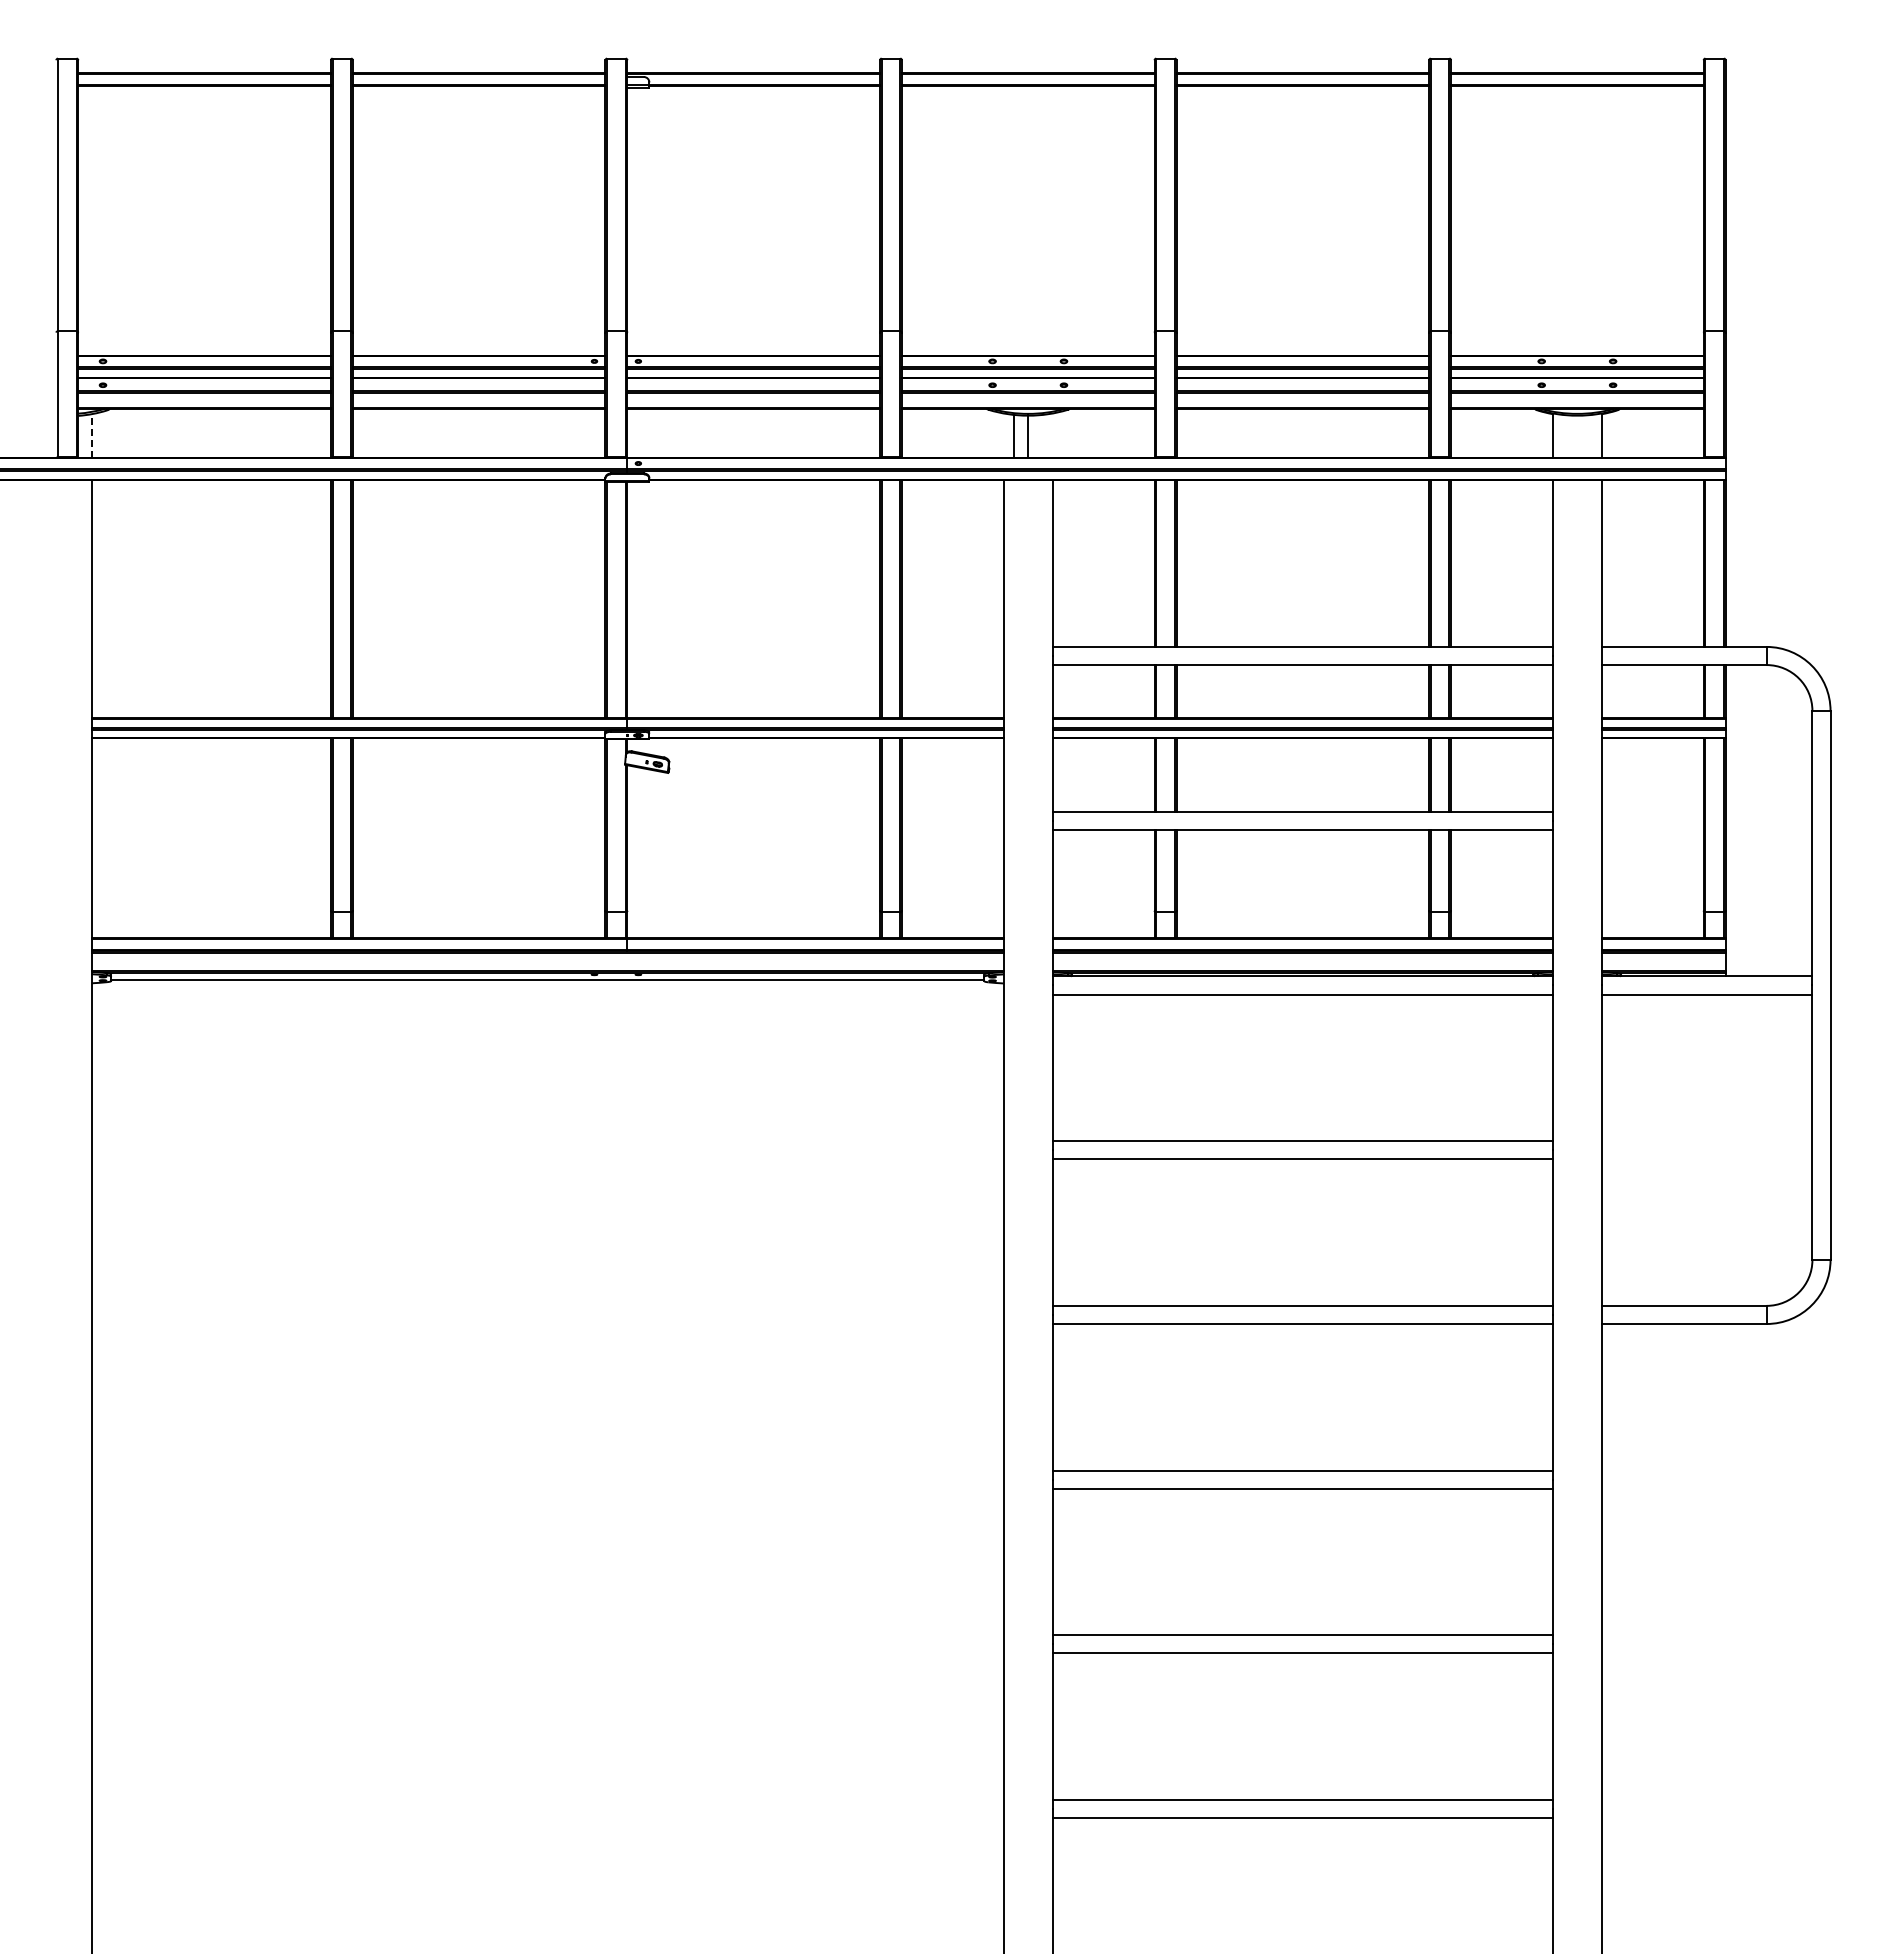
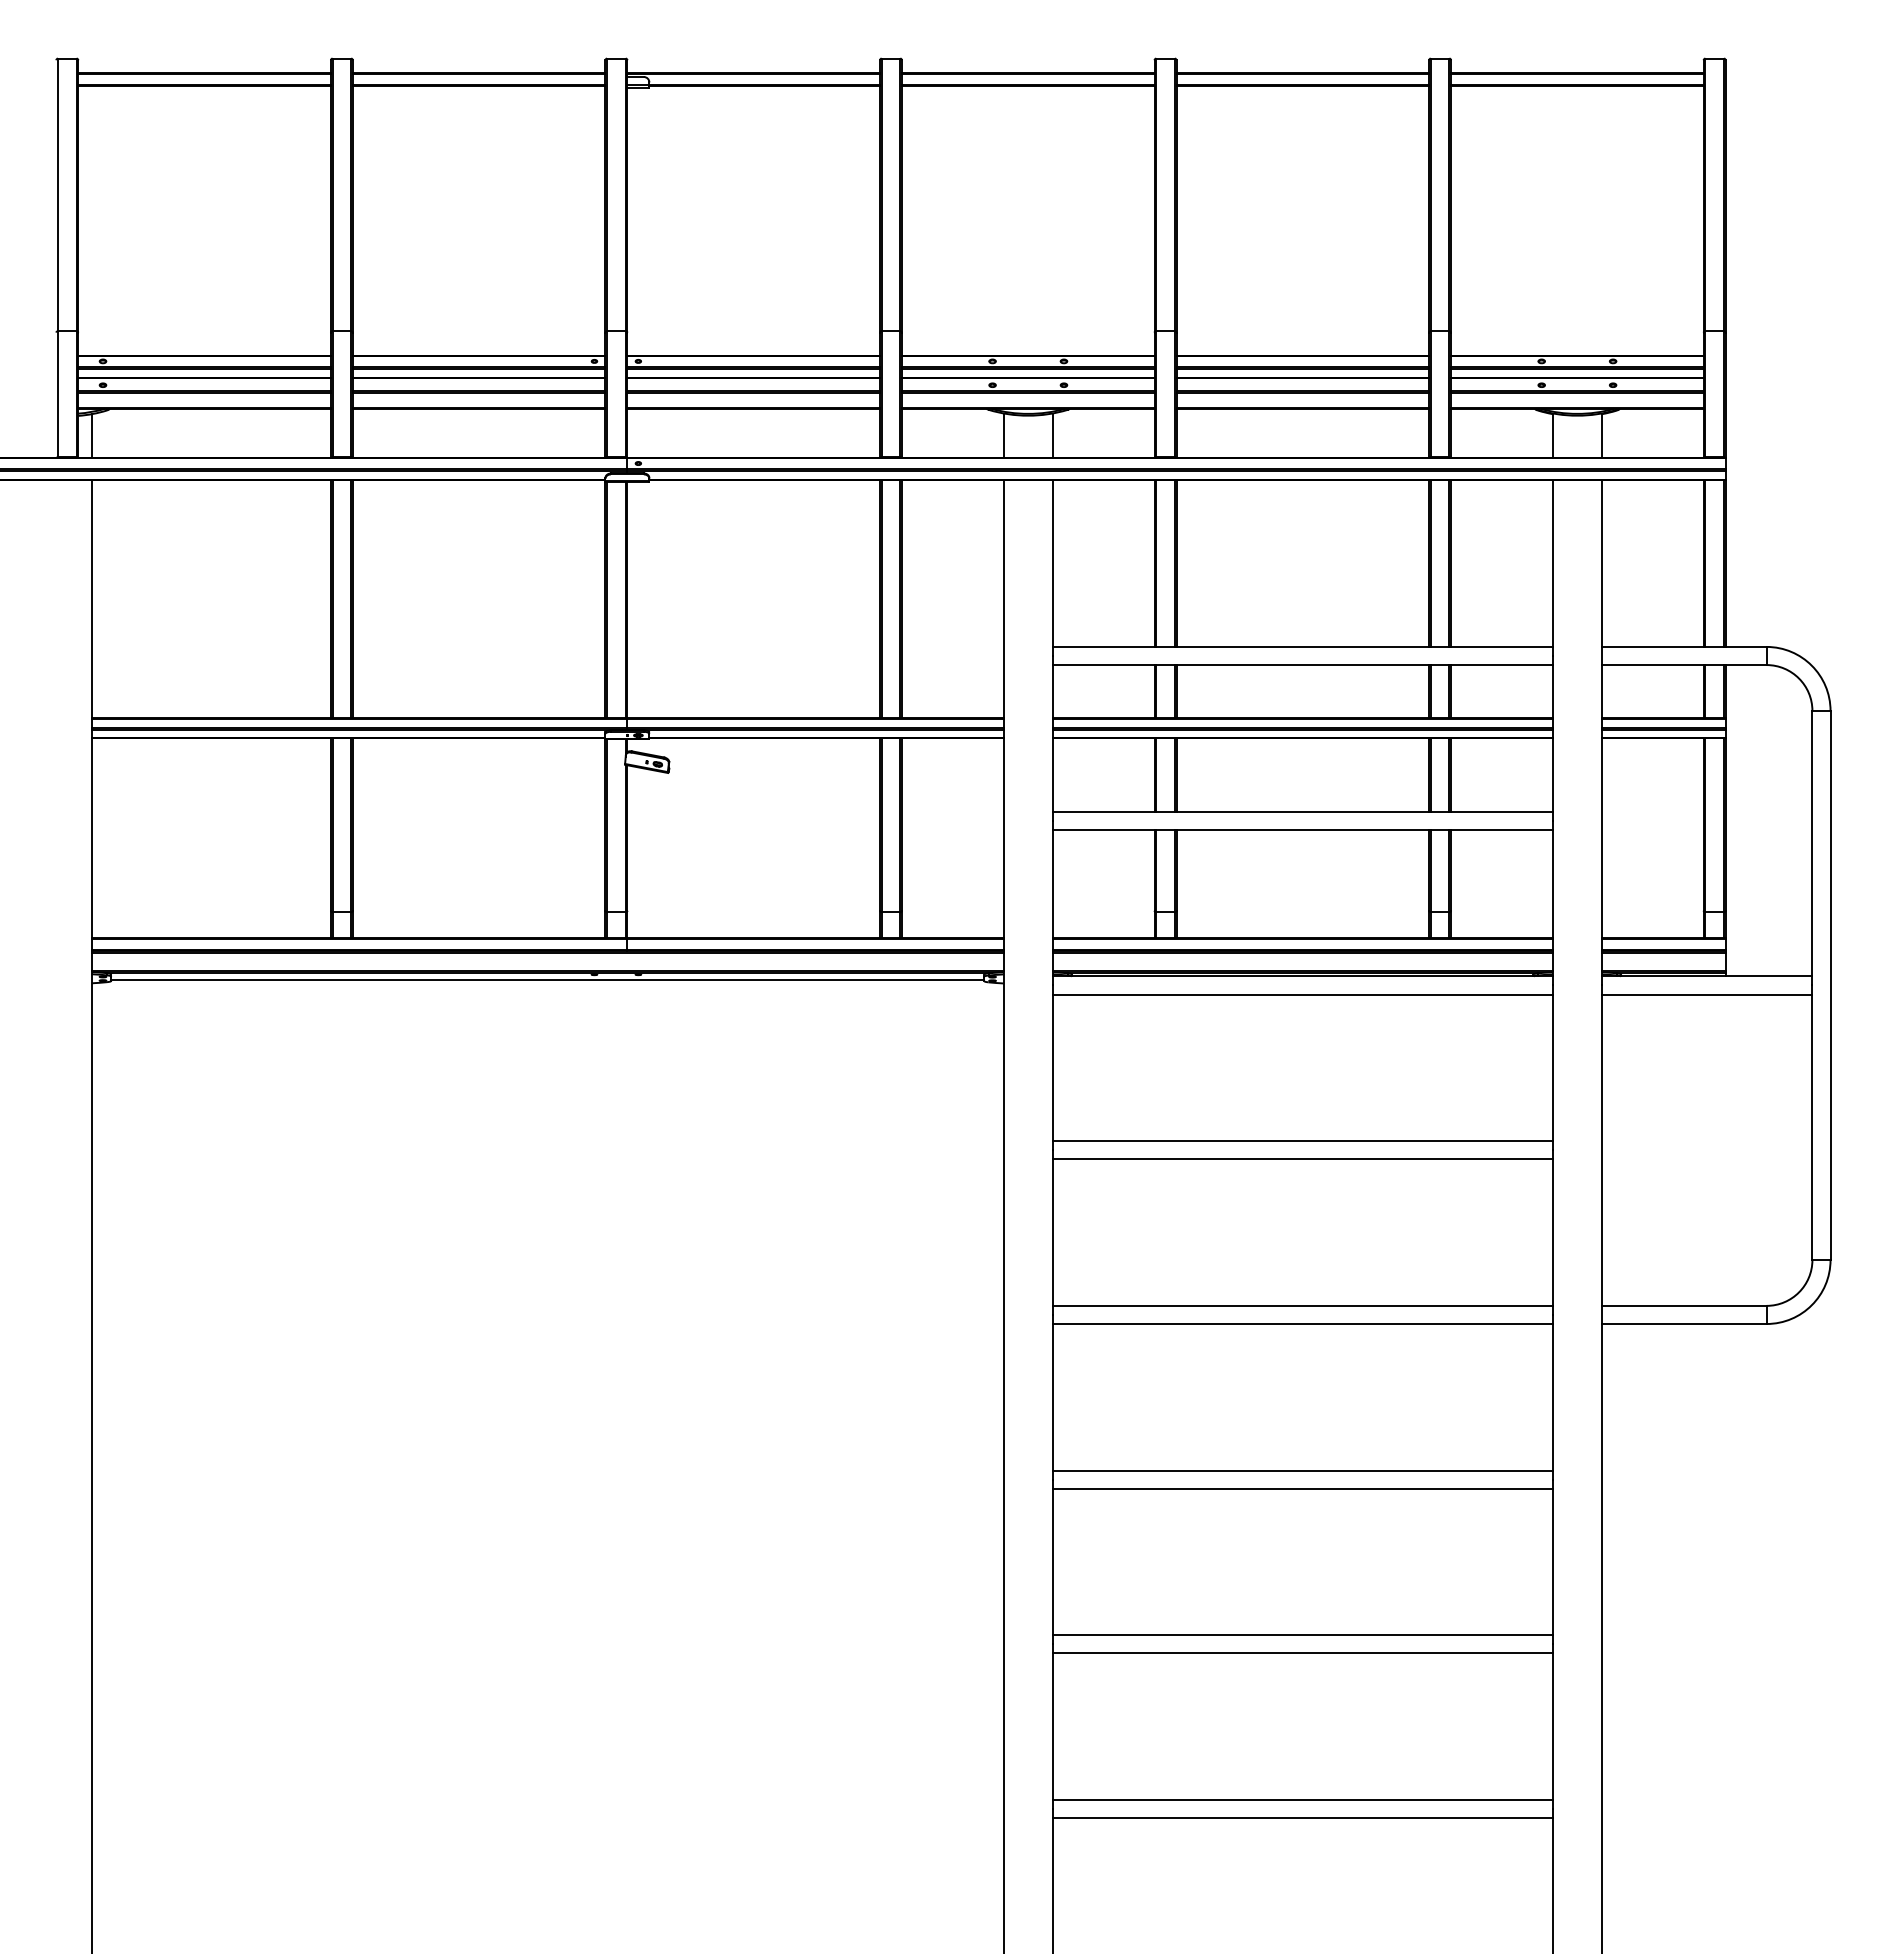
line at (1013, 435) position: (1013, 435) -> (1052, 435)
line at (1027, 435) position: (1027, 435) -> (1003, 435)
line at (91, 436): dashed -> solid
